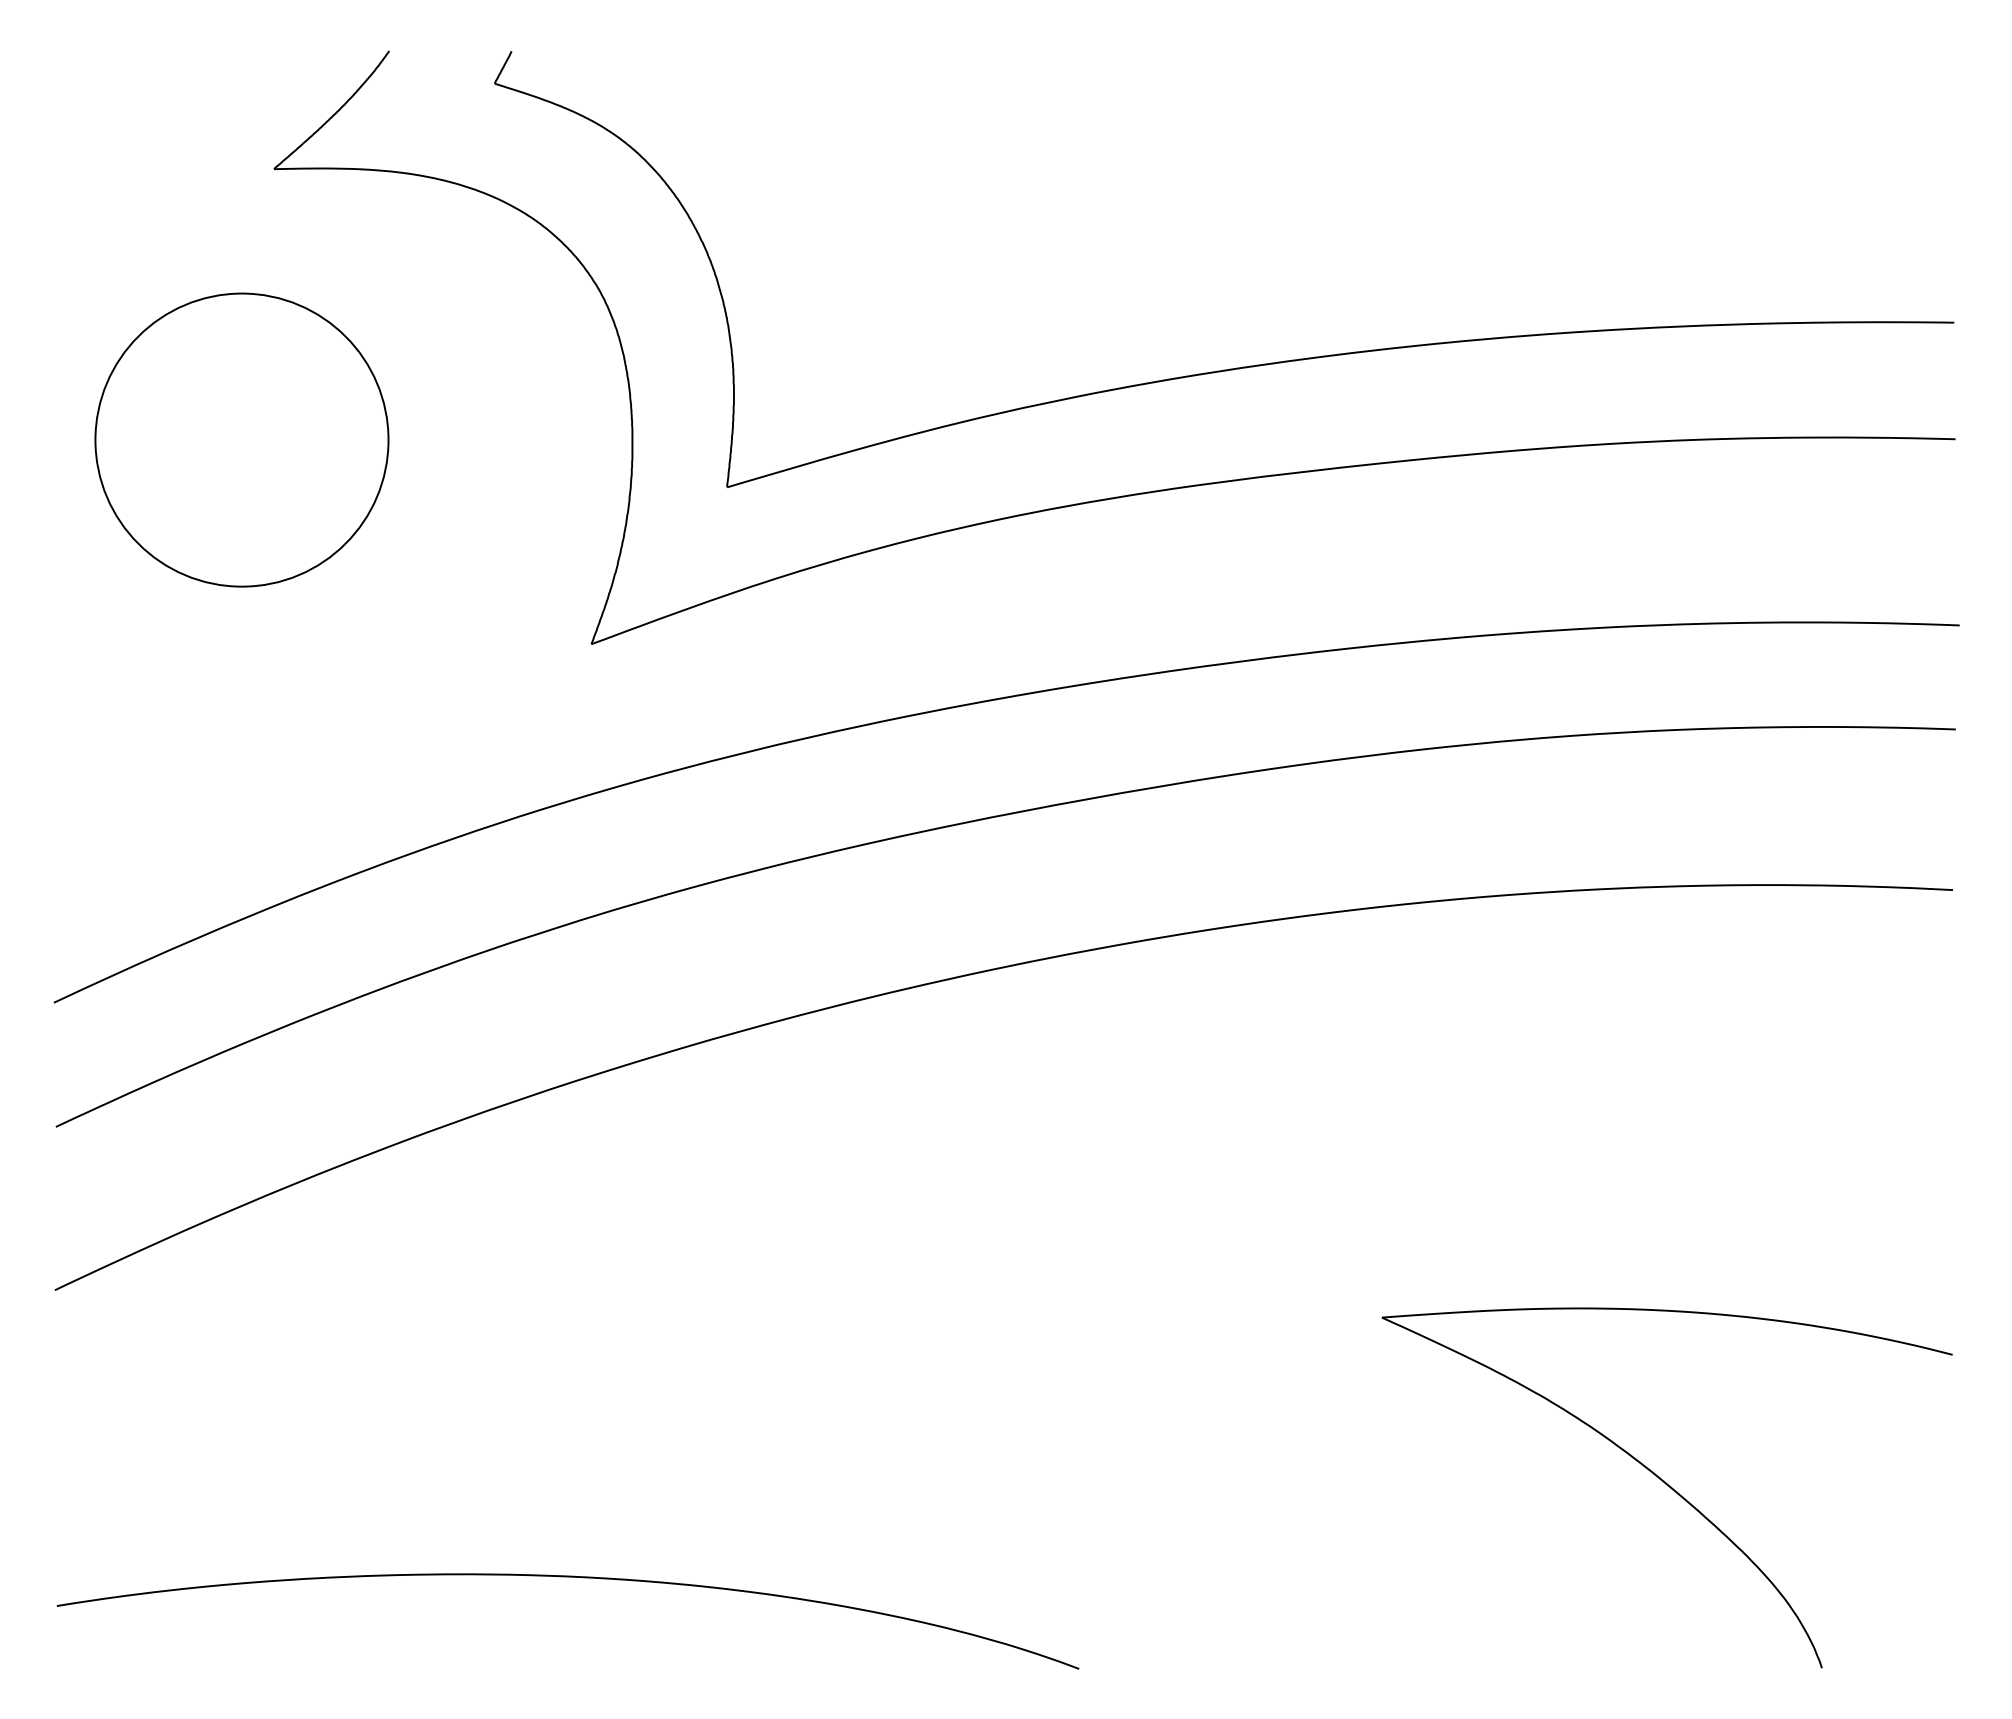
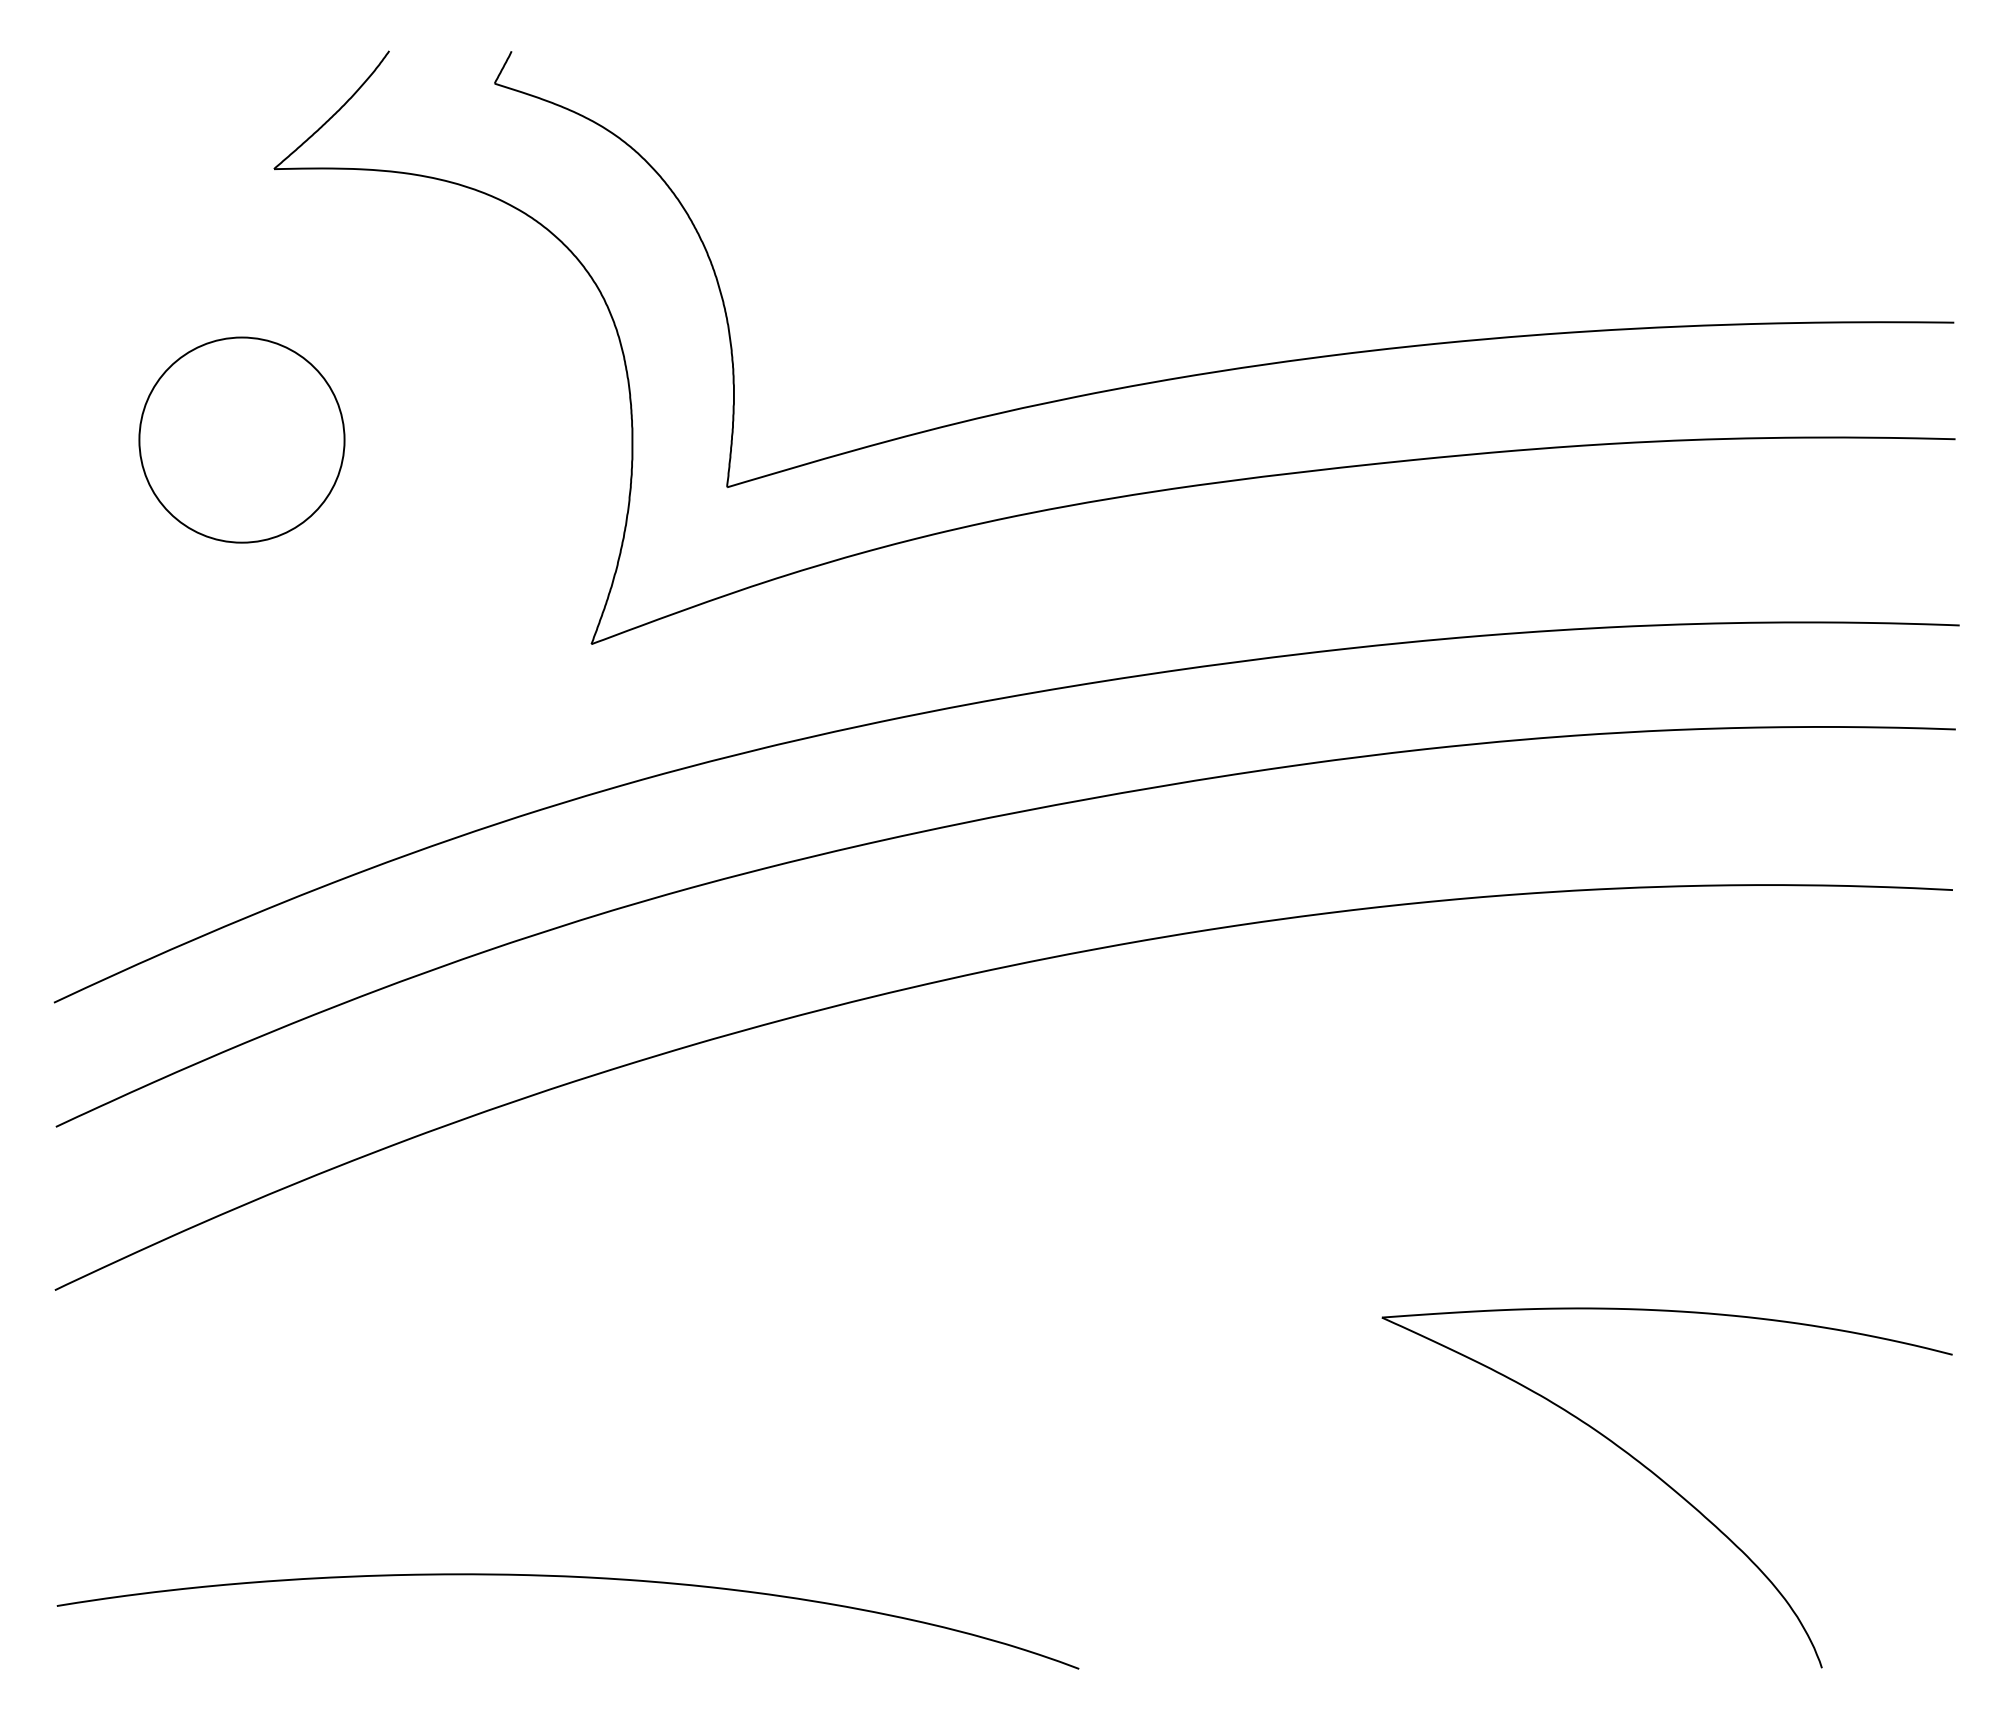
circle at (241, 439) diameter: 293 px -> 205 px
